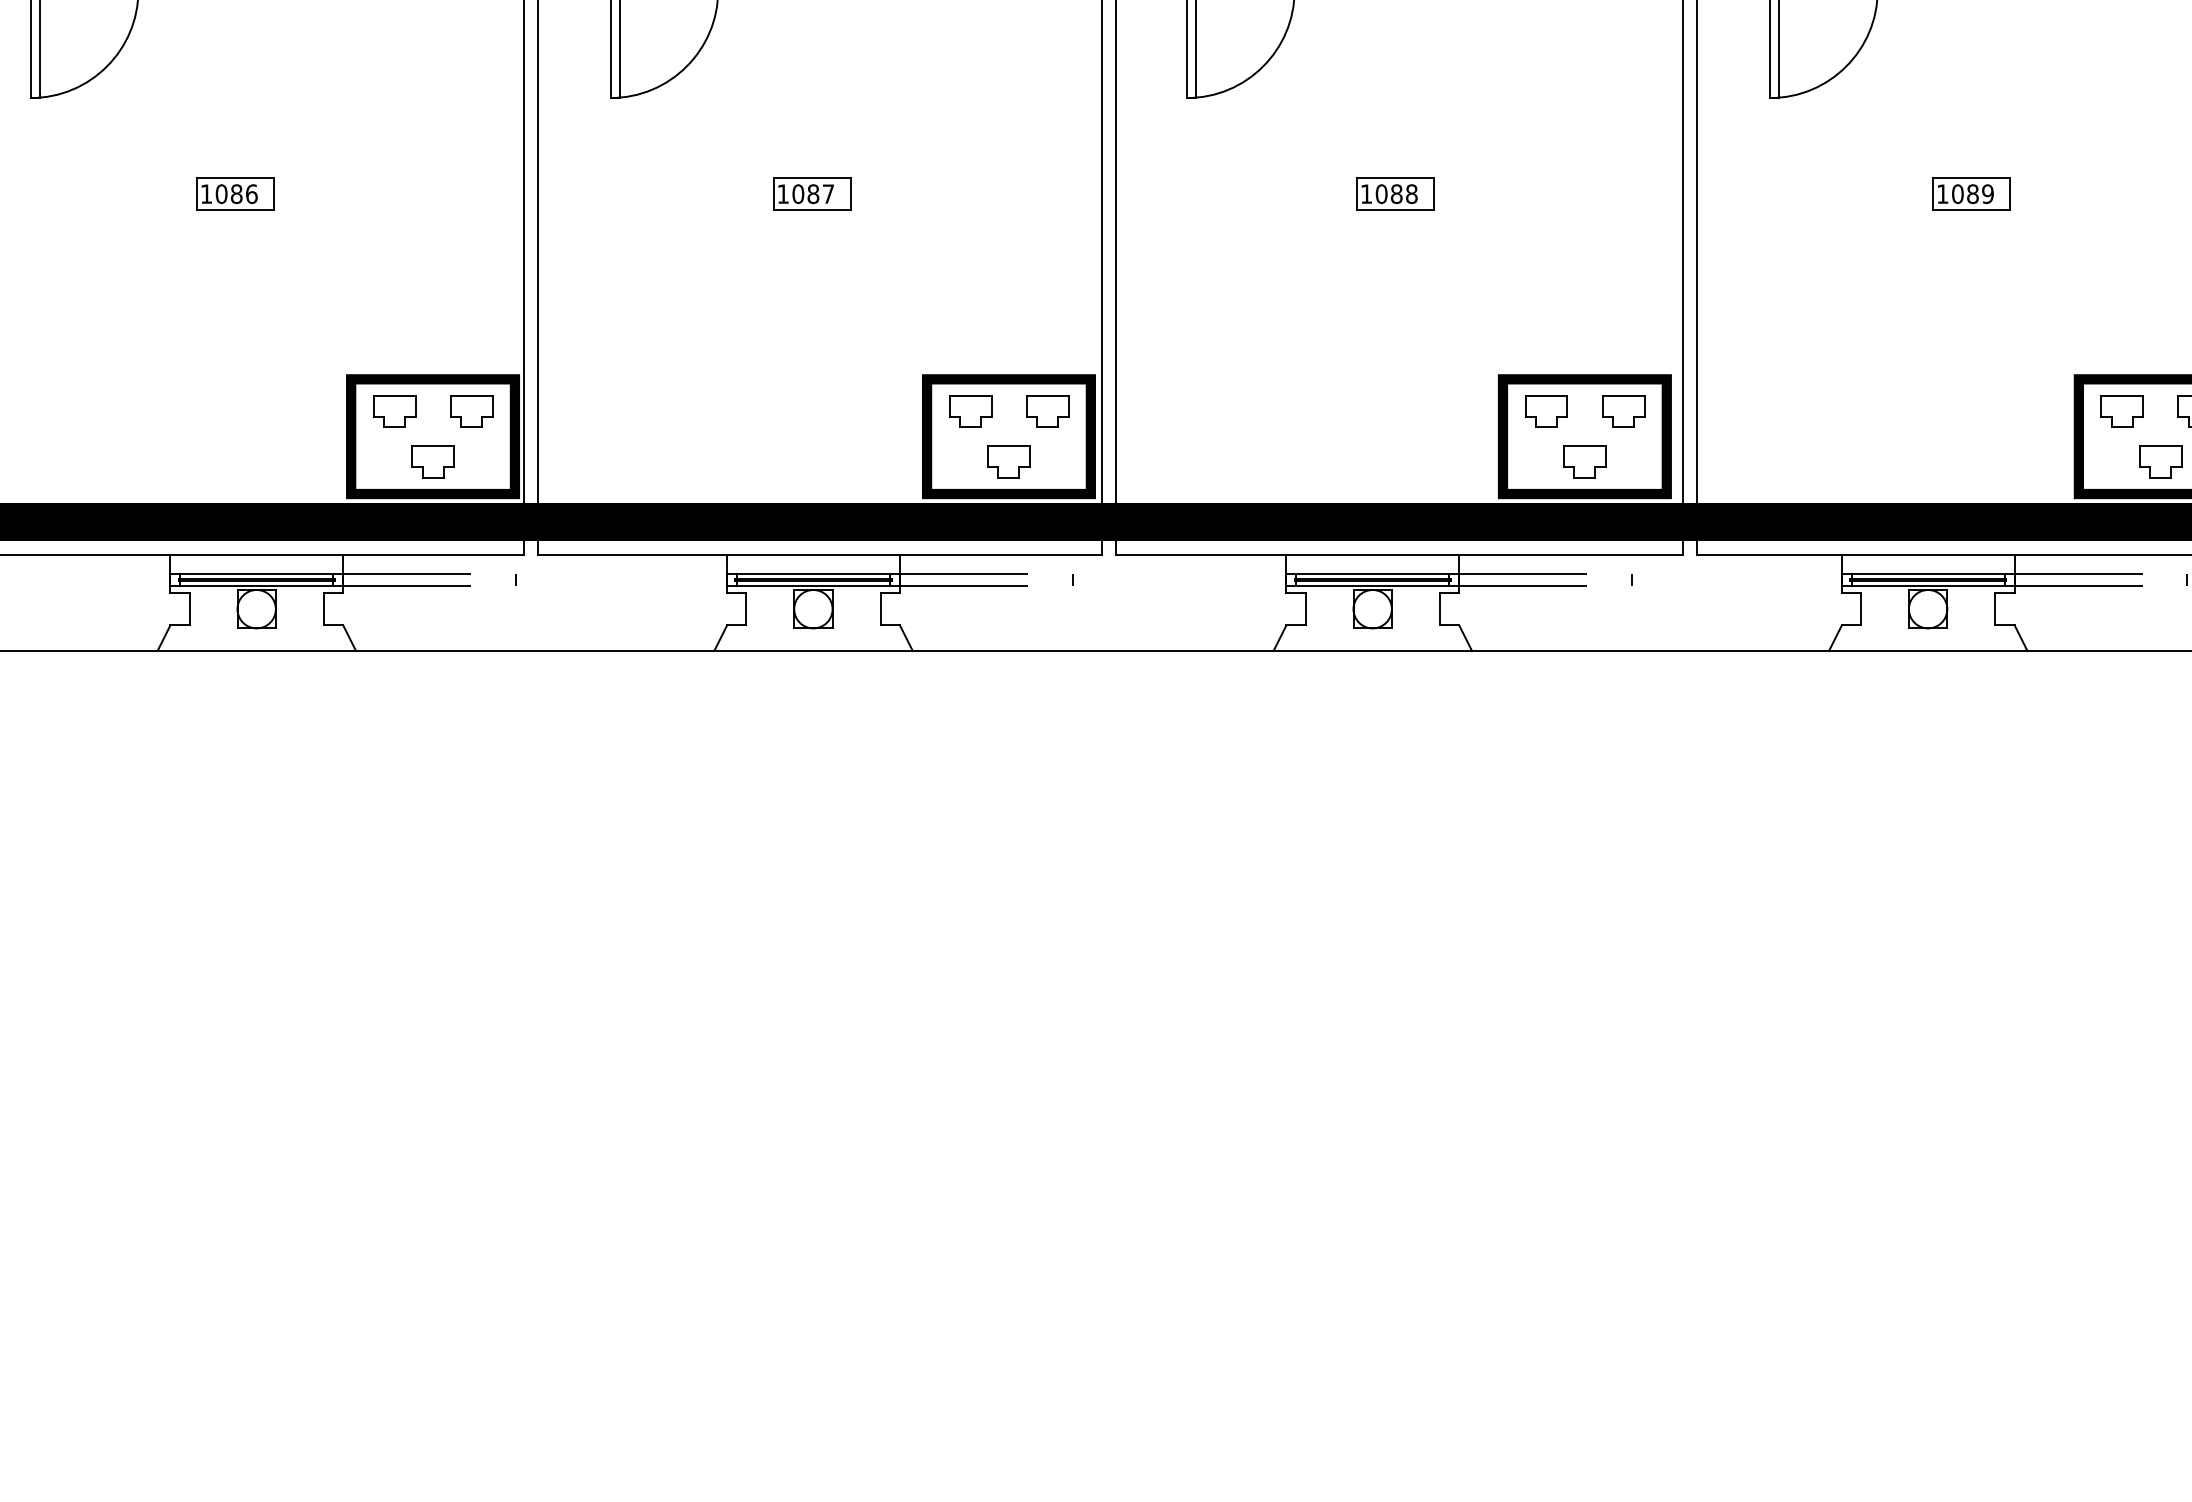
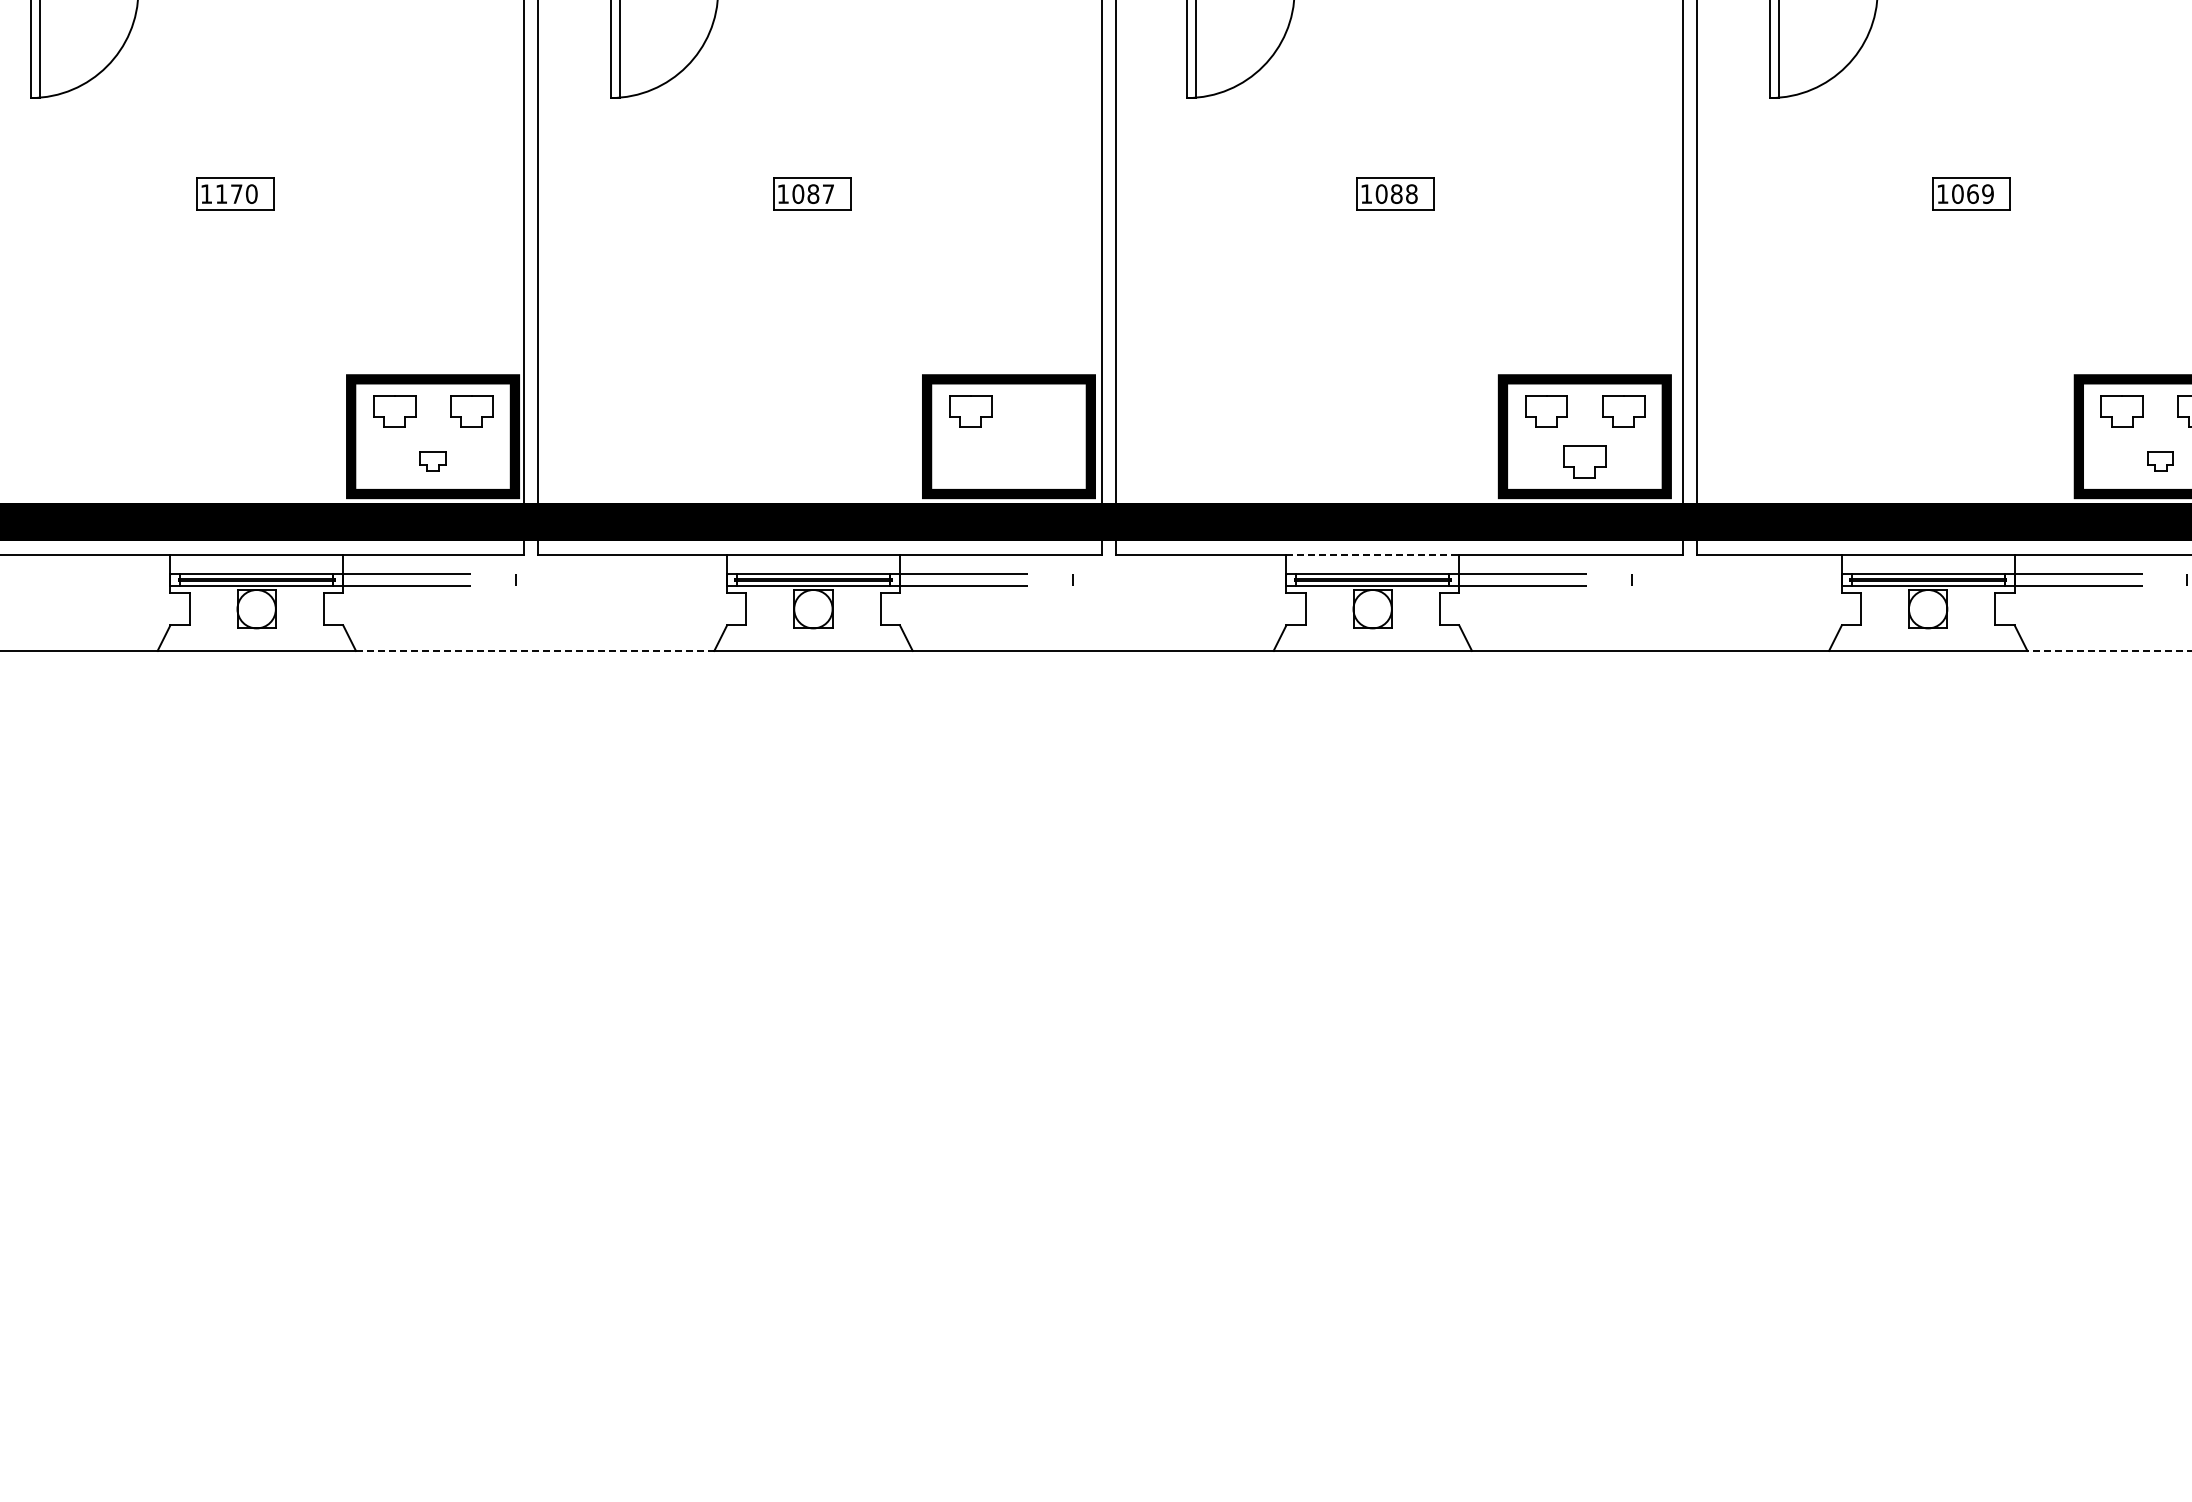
text at (1972, 193): 1089 -> 1069
text at (236, 194): 1086 -> 1170
part at (1047, 411): present -> none
part at (432, 461) size: 44x34 px -> 28x21 px
part at (1008, 461): present -> none
part at (2160, 461) size: 44x34 px -> 27x21 px
line at (1373, 554): solid -> dashed
line at (535, 650): solid -> dashed
line at (2109, 650): solid -> dashed
